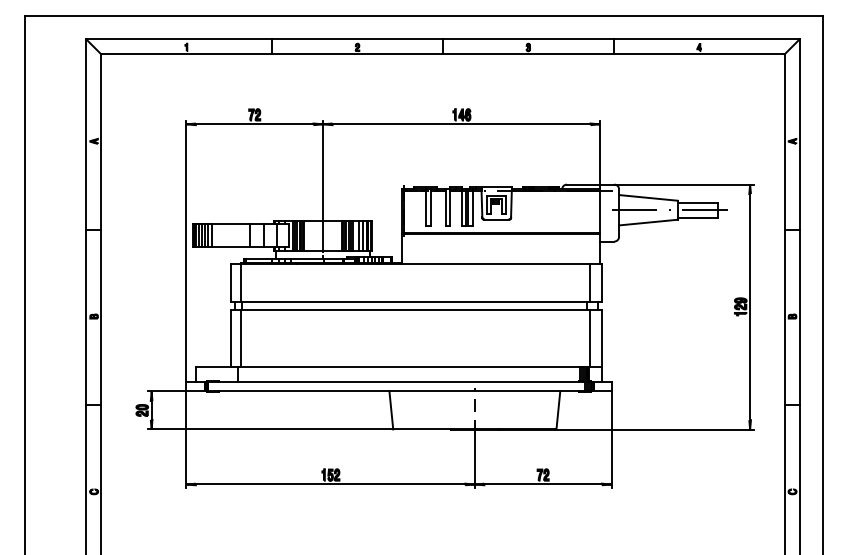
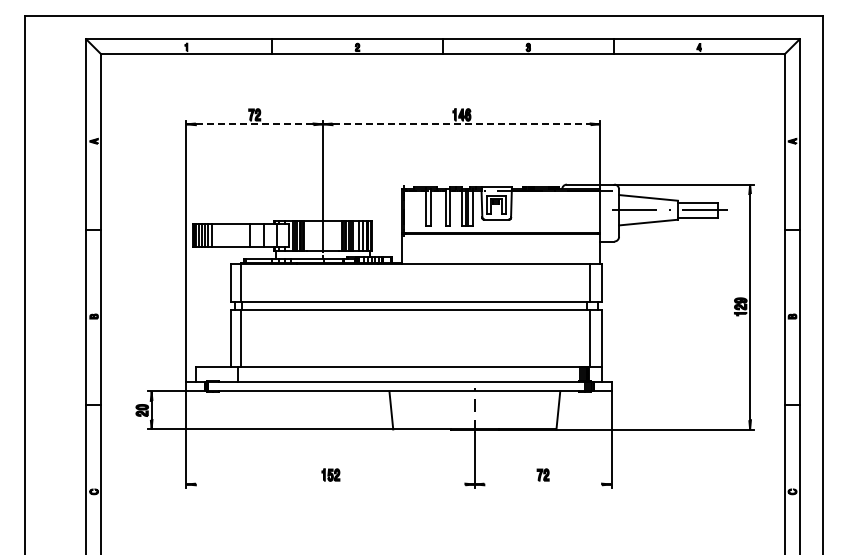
line at (254, 124): solid -> dashed
line at (462, 124): solid -> dashed
line at (330, 484): present -> none
line at (543, 484): present -> none
